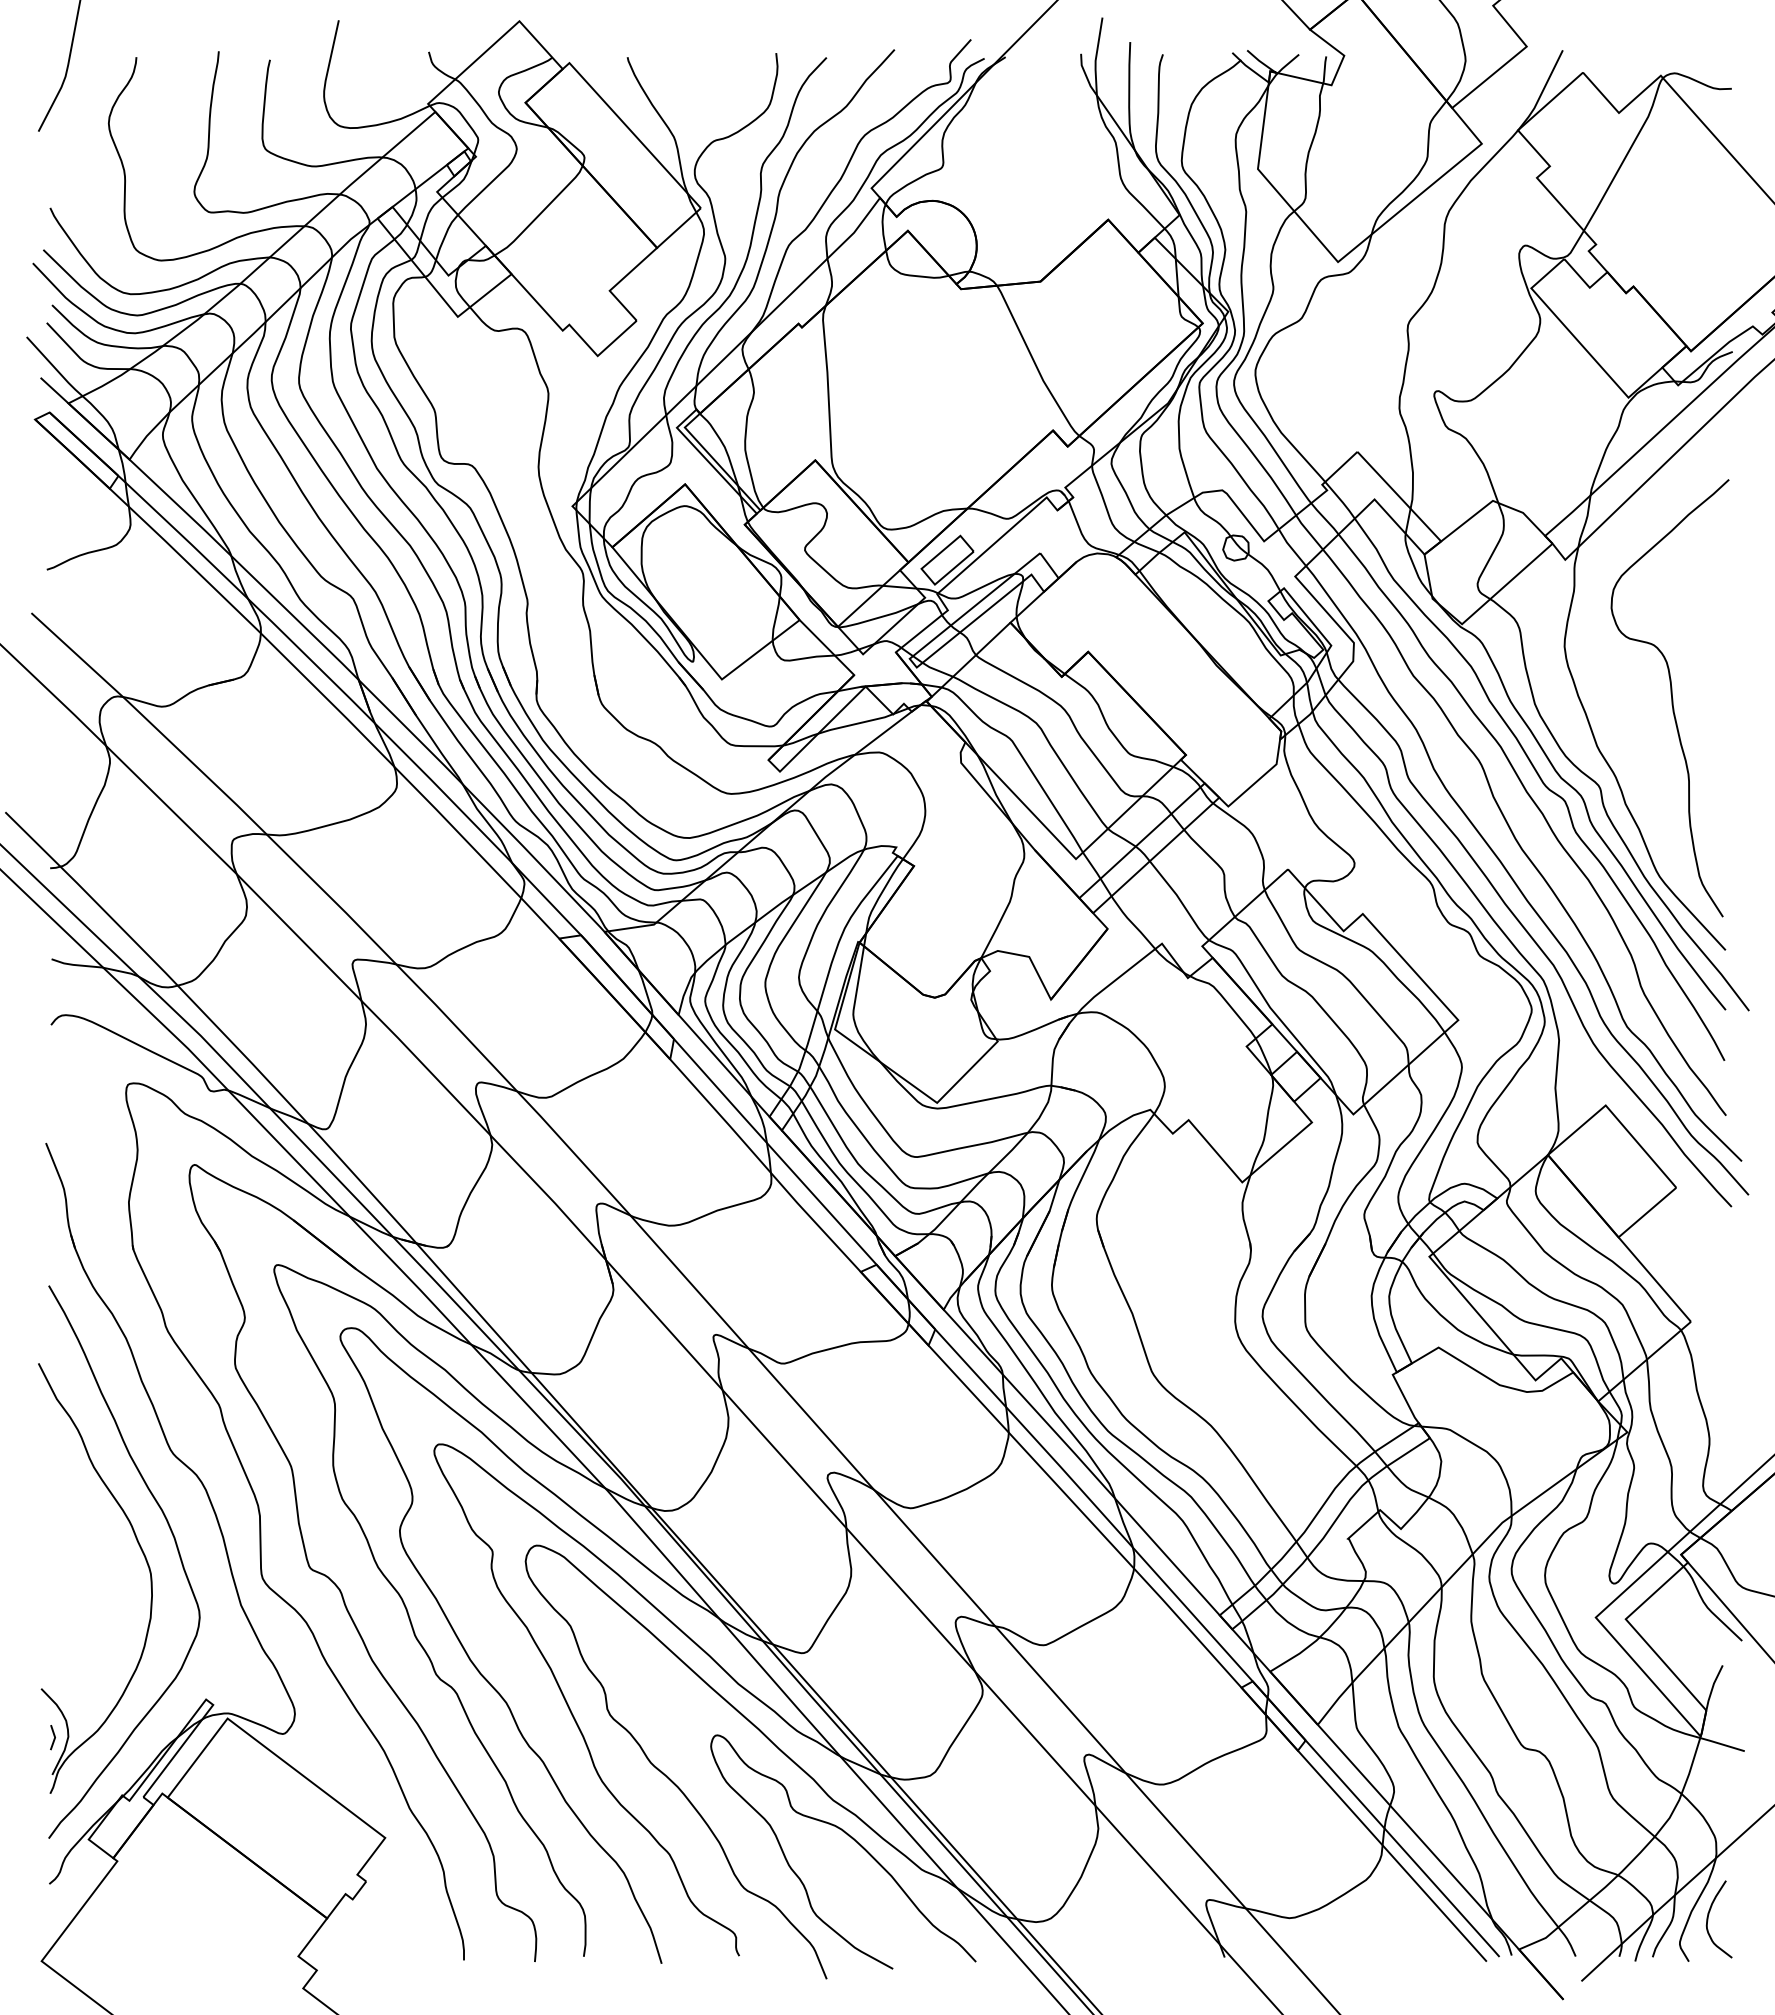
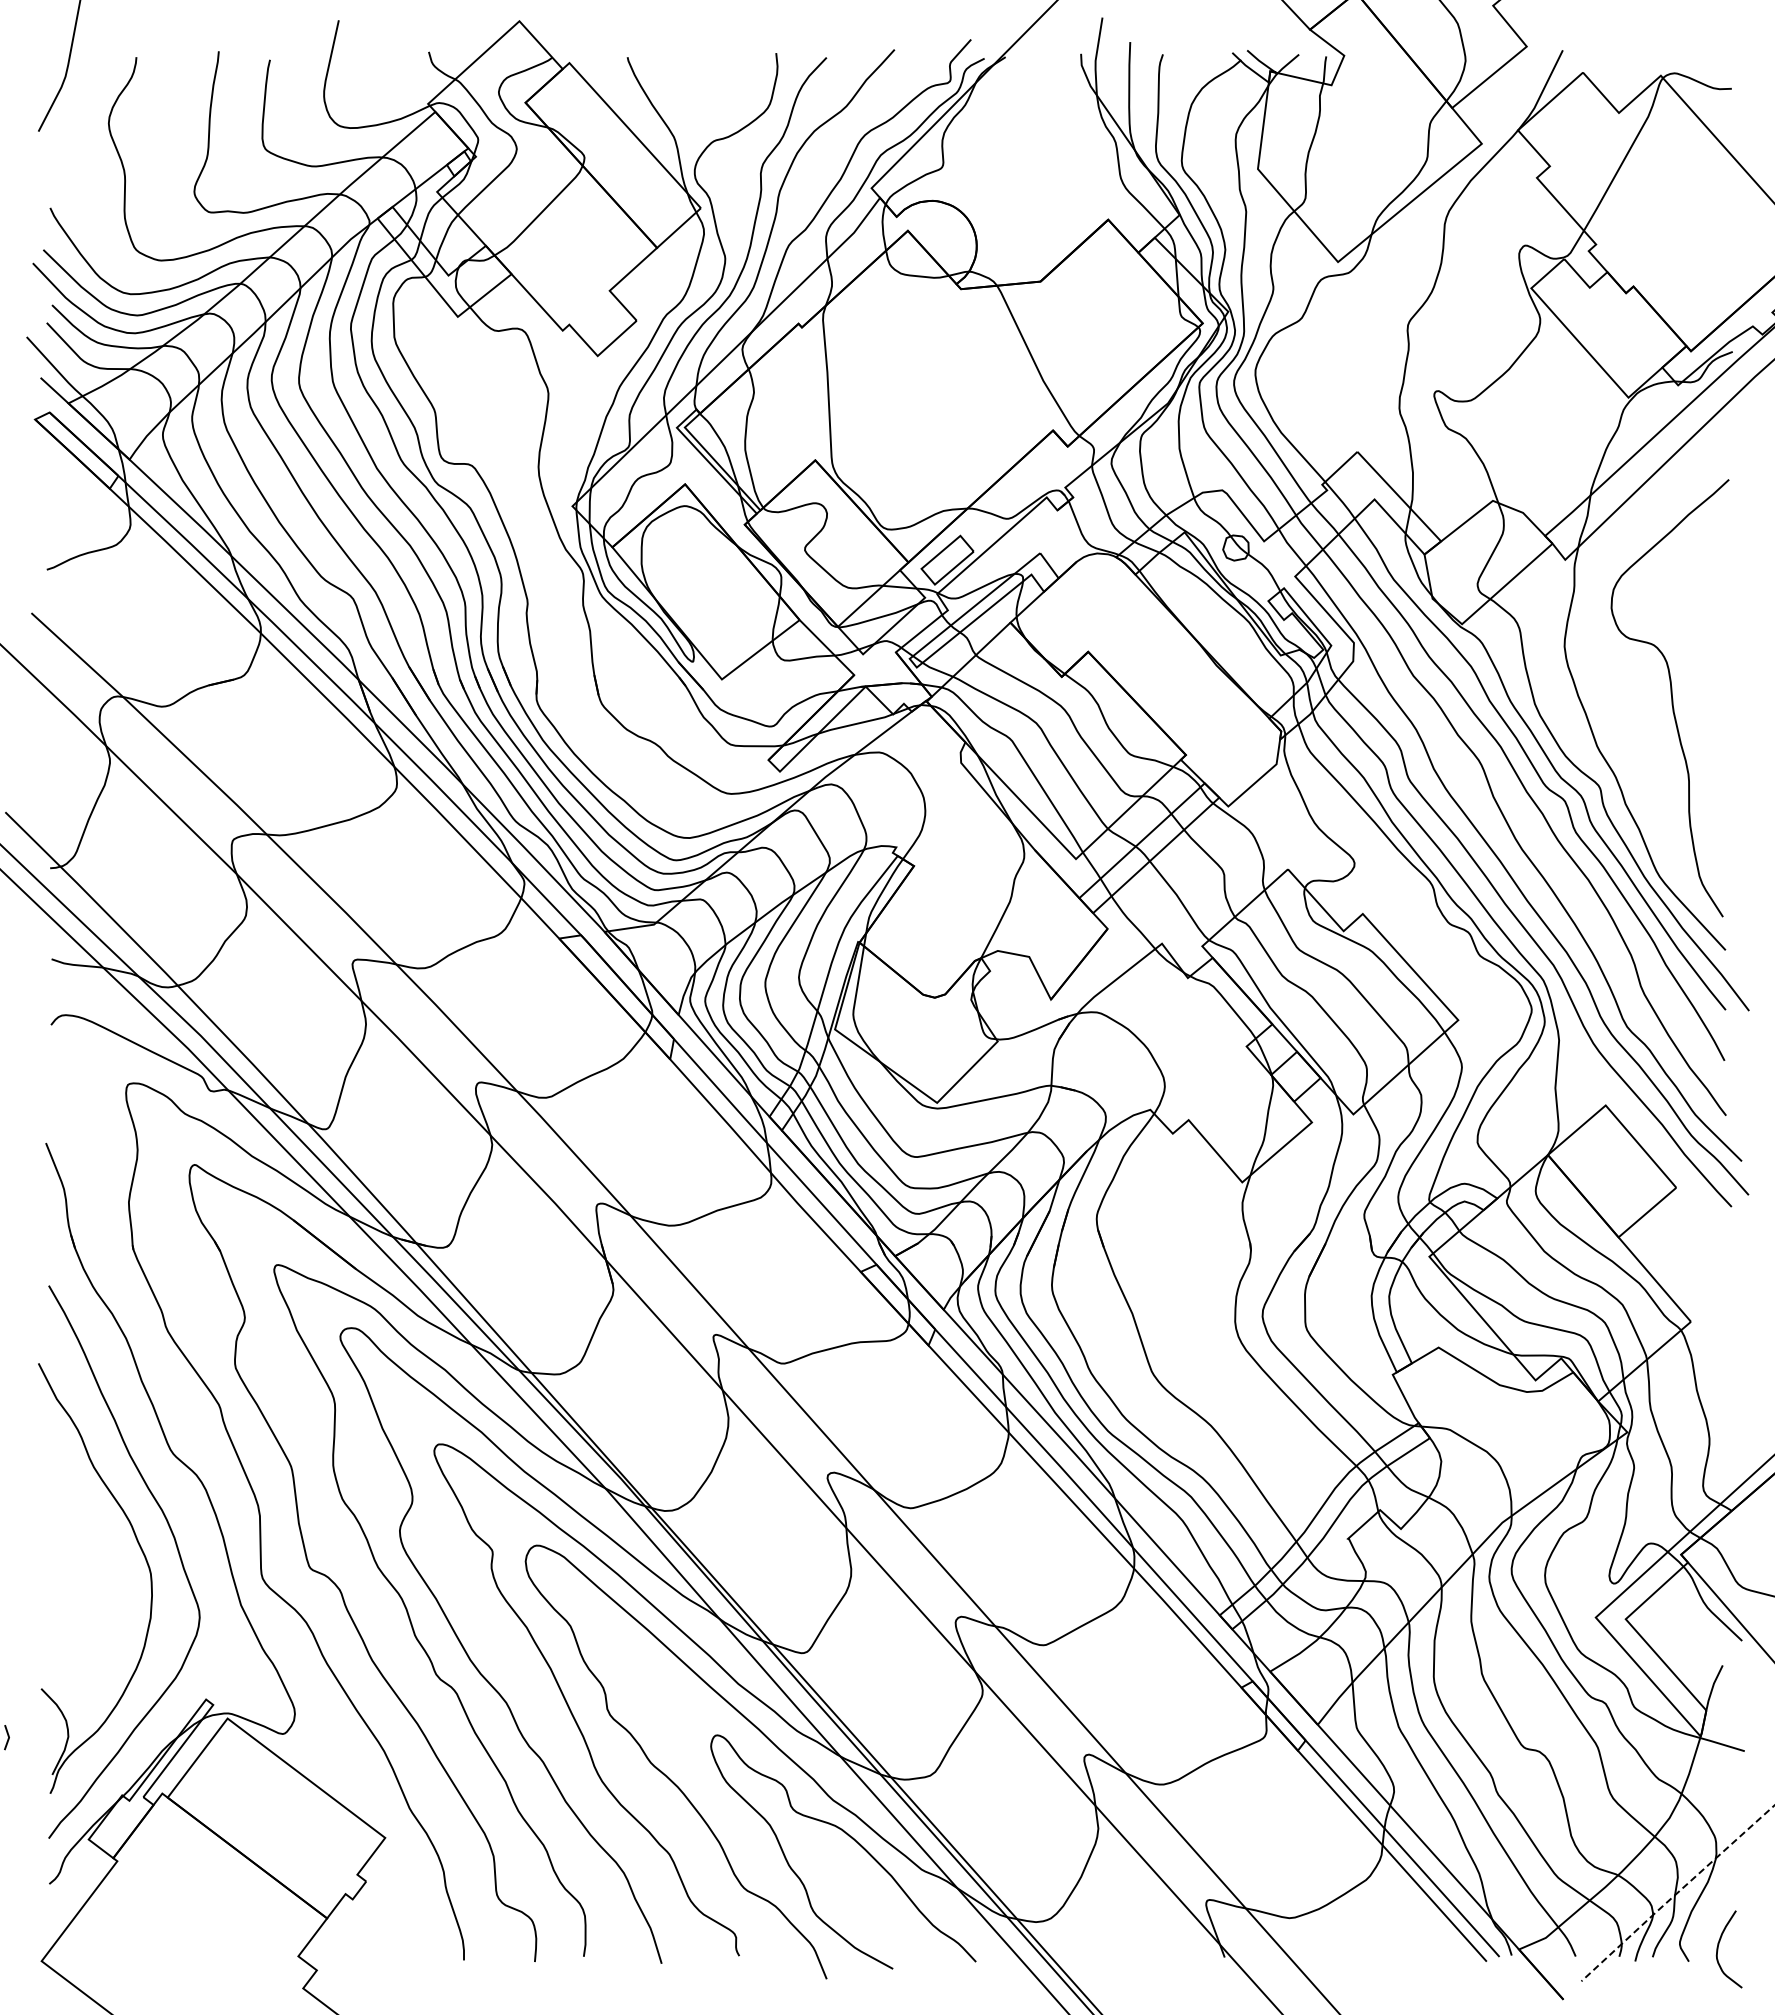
line at (53, 1736) position: (53, 1736) -> (7, 1736)
line at (1677, 1893): solid -> dashed
curve at (1708, 1919) position: (1708, 1919) -> (1718, 1949)
